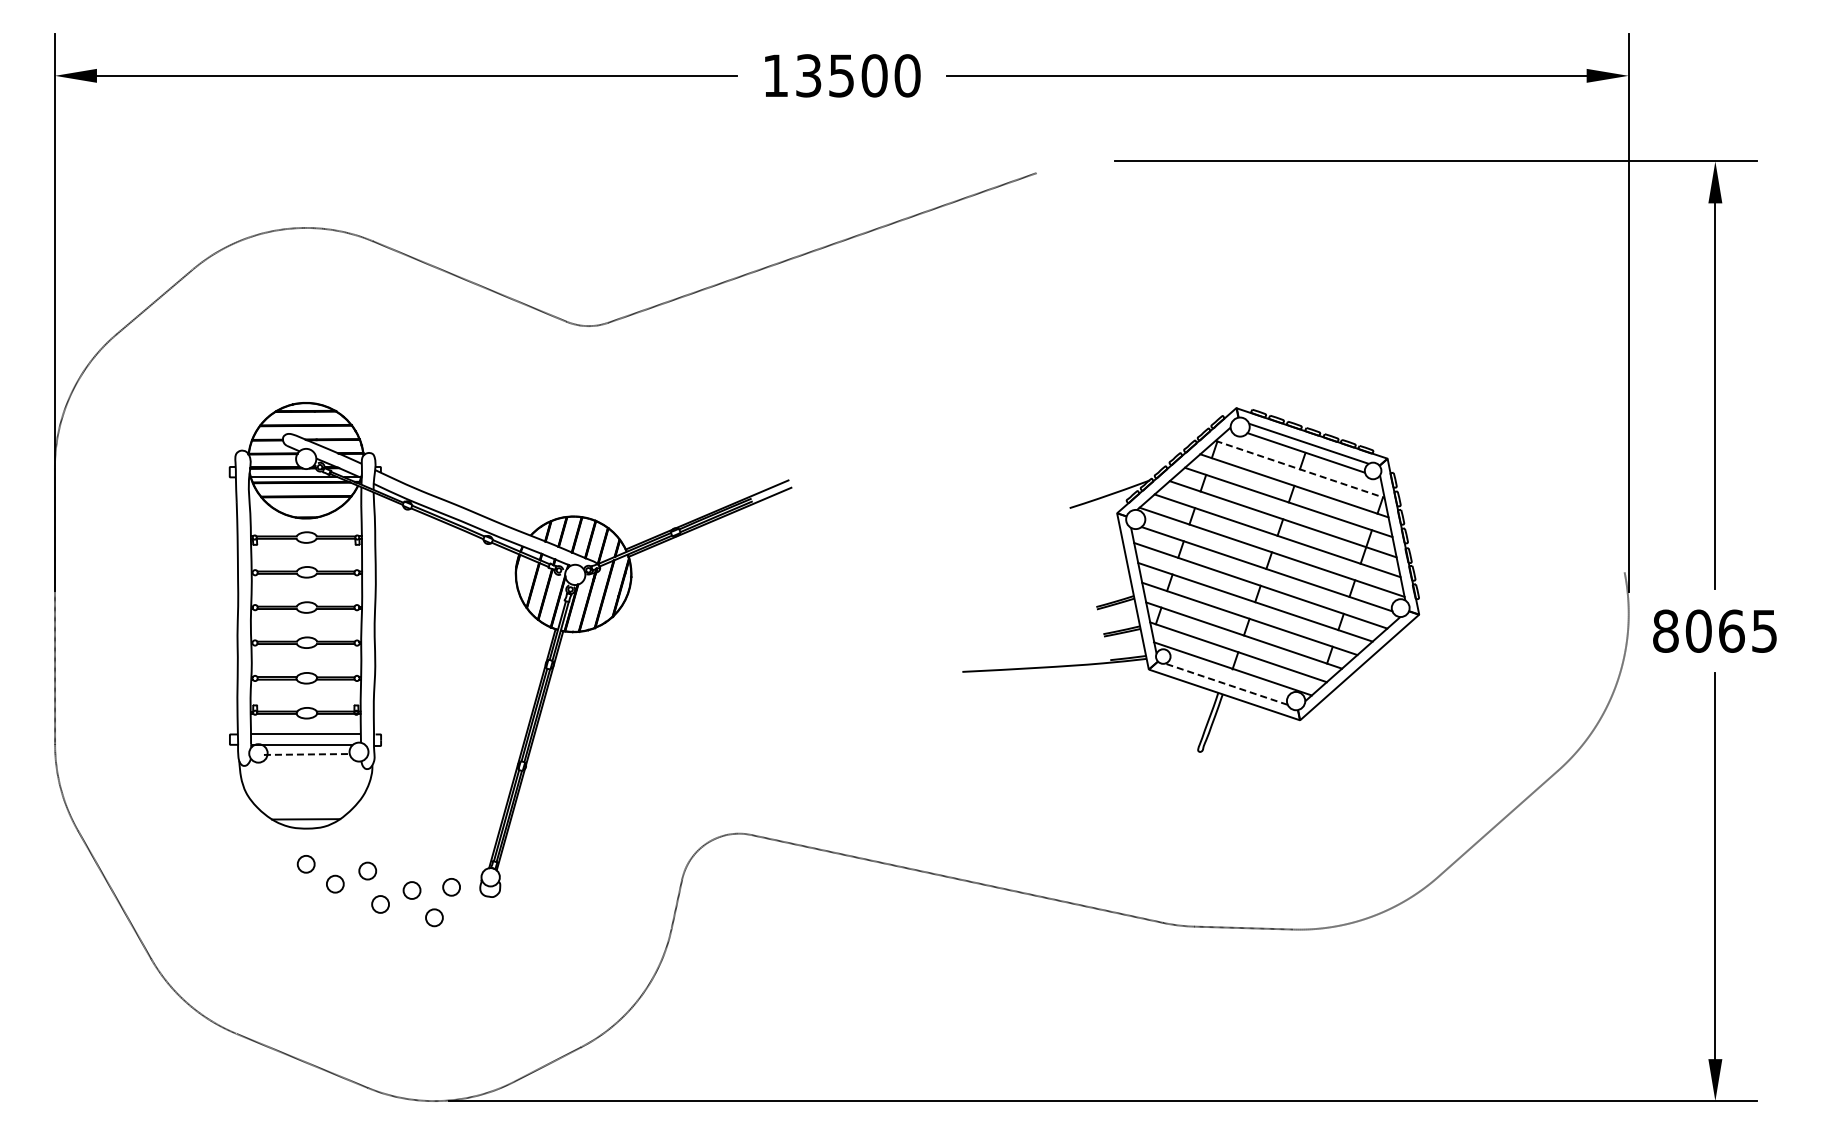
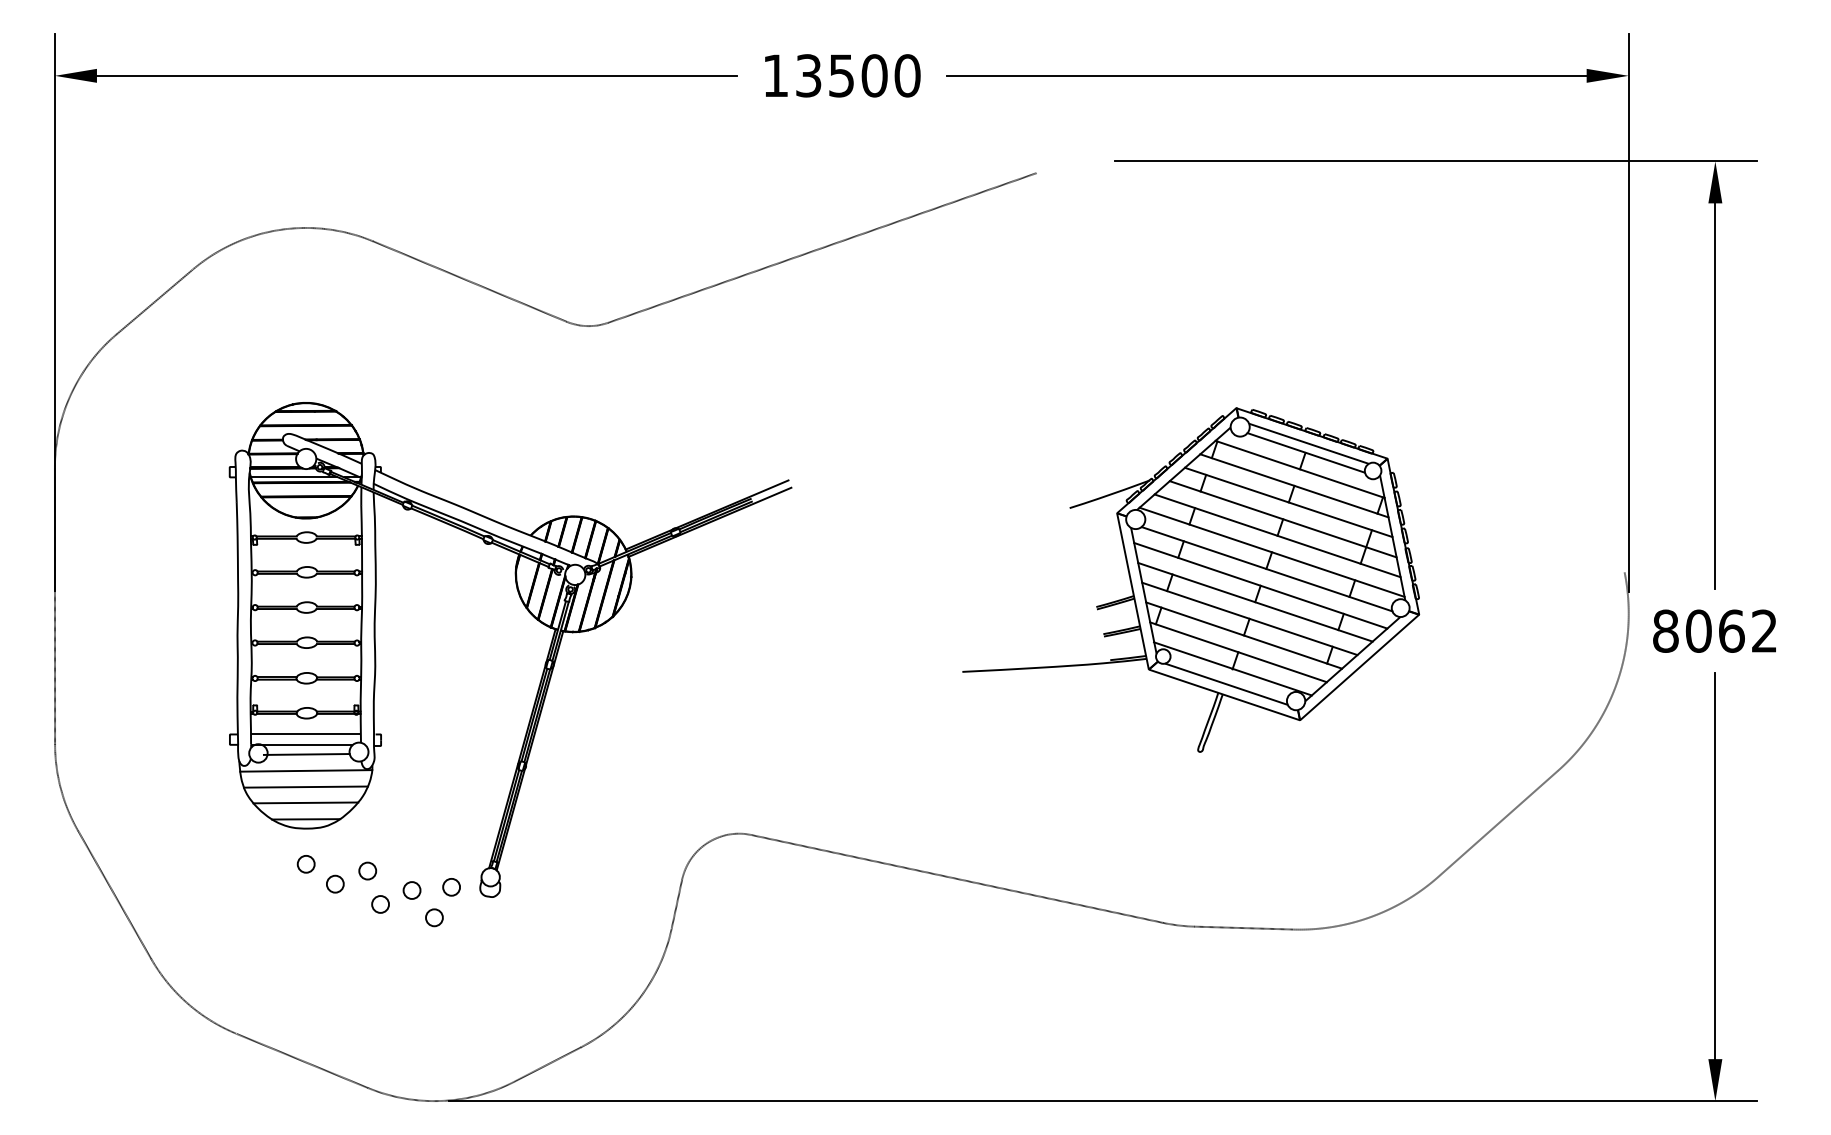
line at (1300, 469): dashed -> solid
text at (1764, 630): 8065 -> 8062
line at (1226, 684): dashed -> solid
line at (306, 754): dashed -> solid
line at (306, 770): none -> present
line at (305, 786): none -> present
line at (305, 802): none -> present
